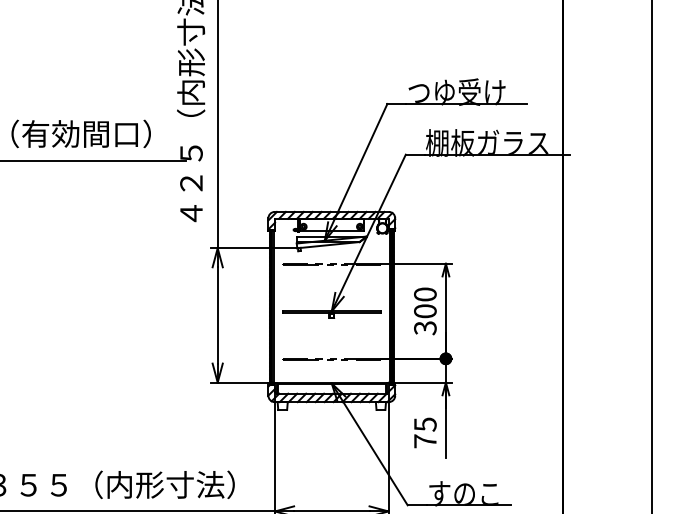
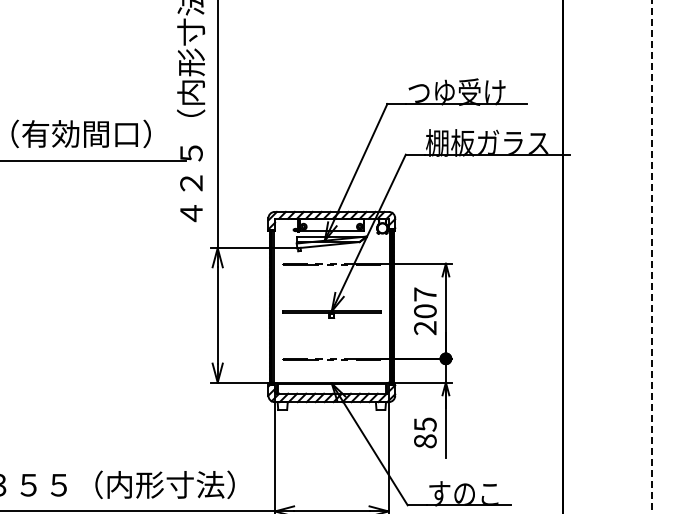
line at (651, 256): solid -> dashed
text at (425, 311): 300 -> 207
text at (425, 441): 75 -> 85
